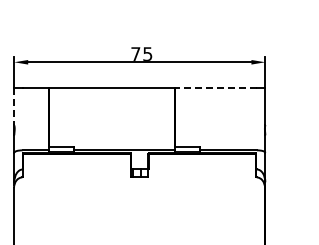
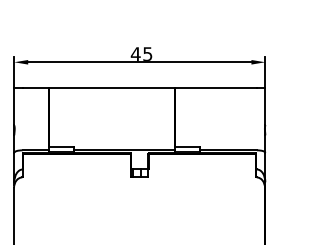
text at (135, 53): 75 -> 45
line at (215, 87): dashed -> solid
line at (14, 106): dashed -> solid
